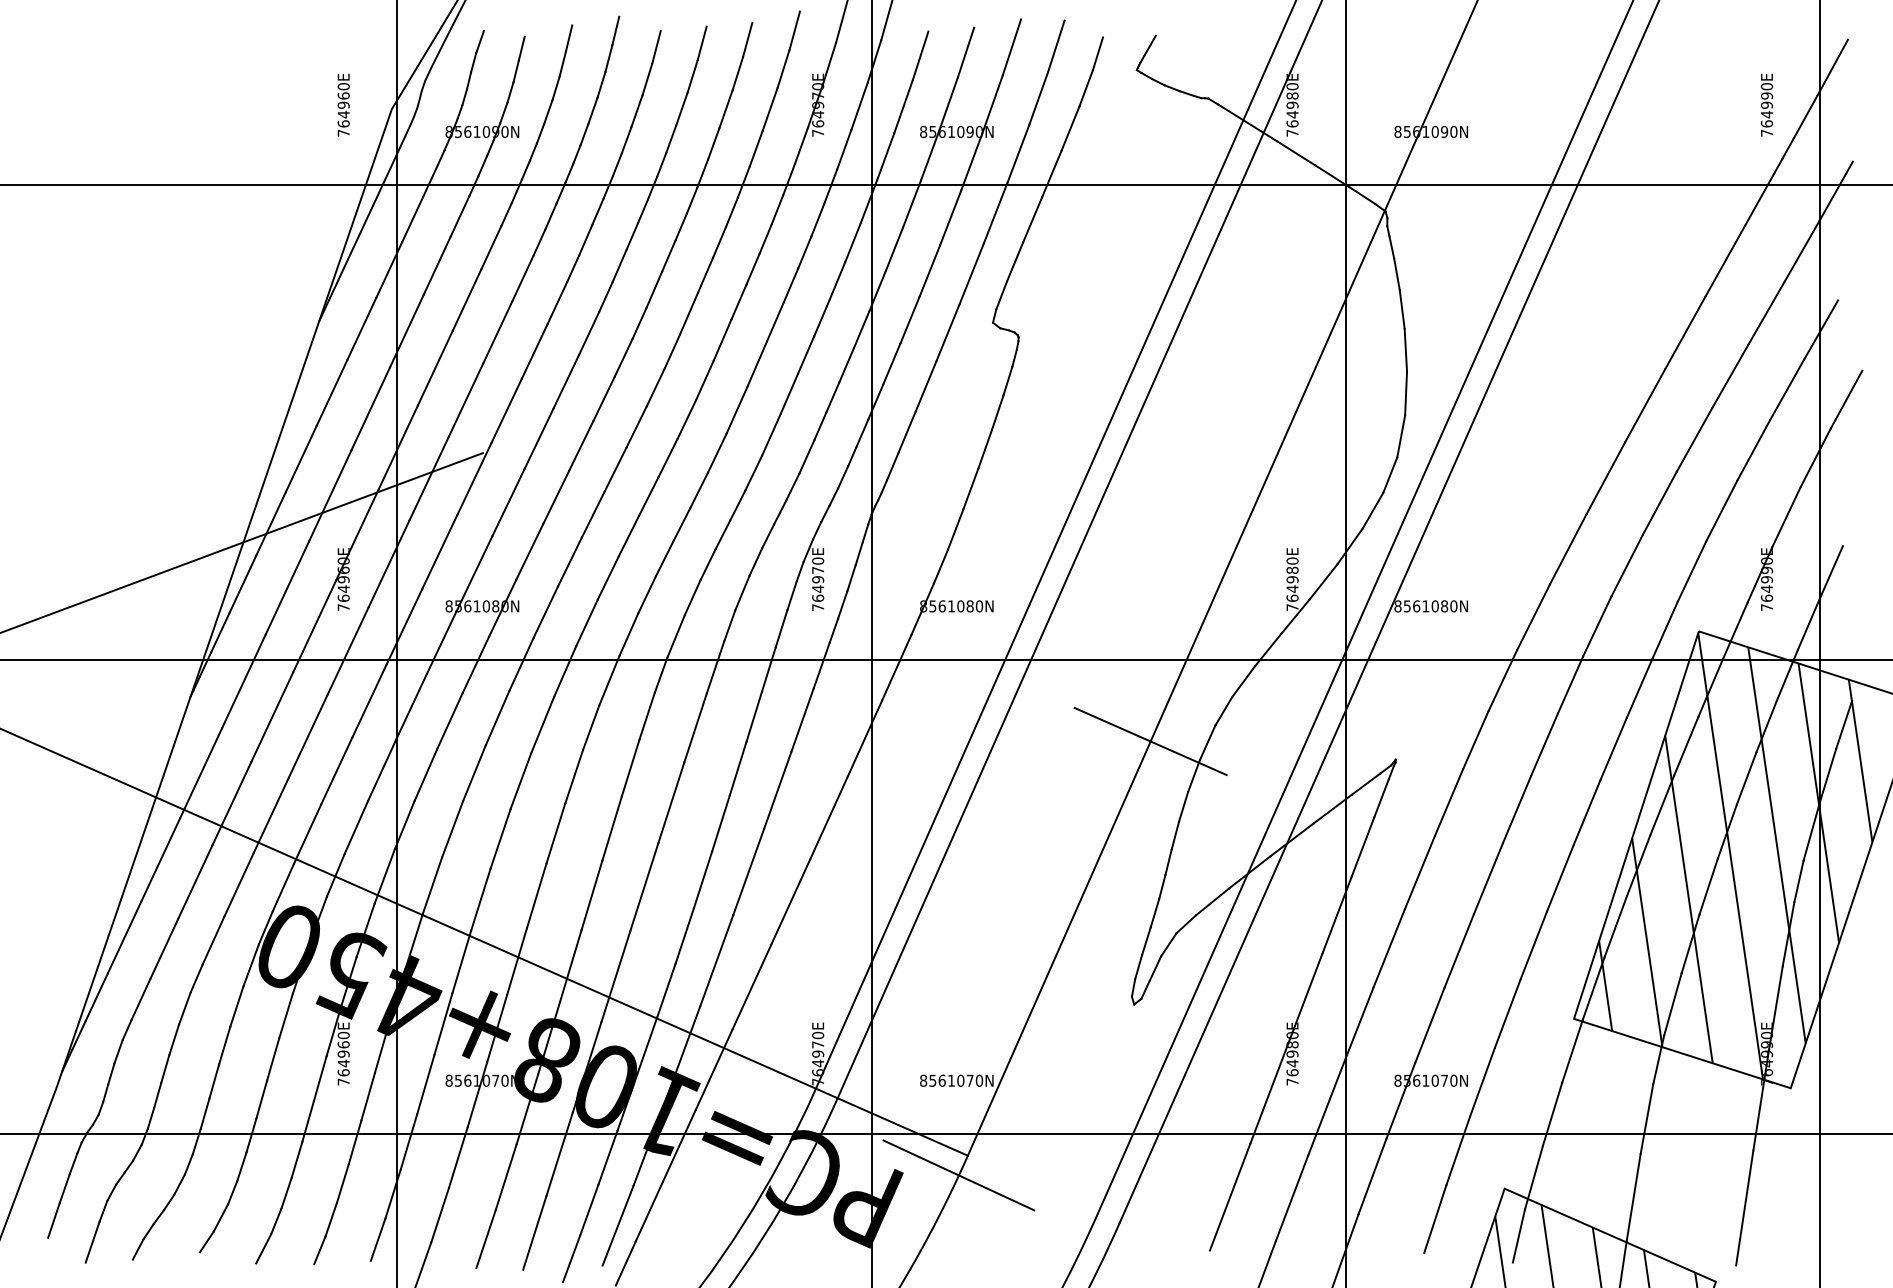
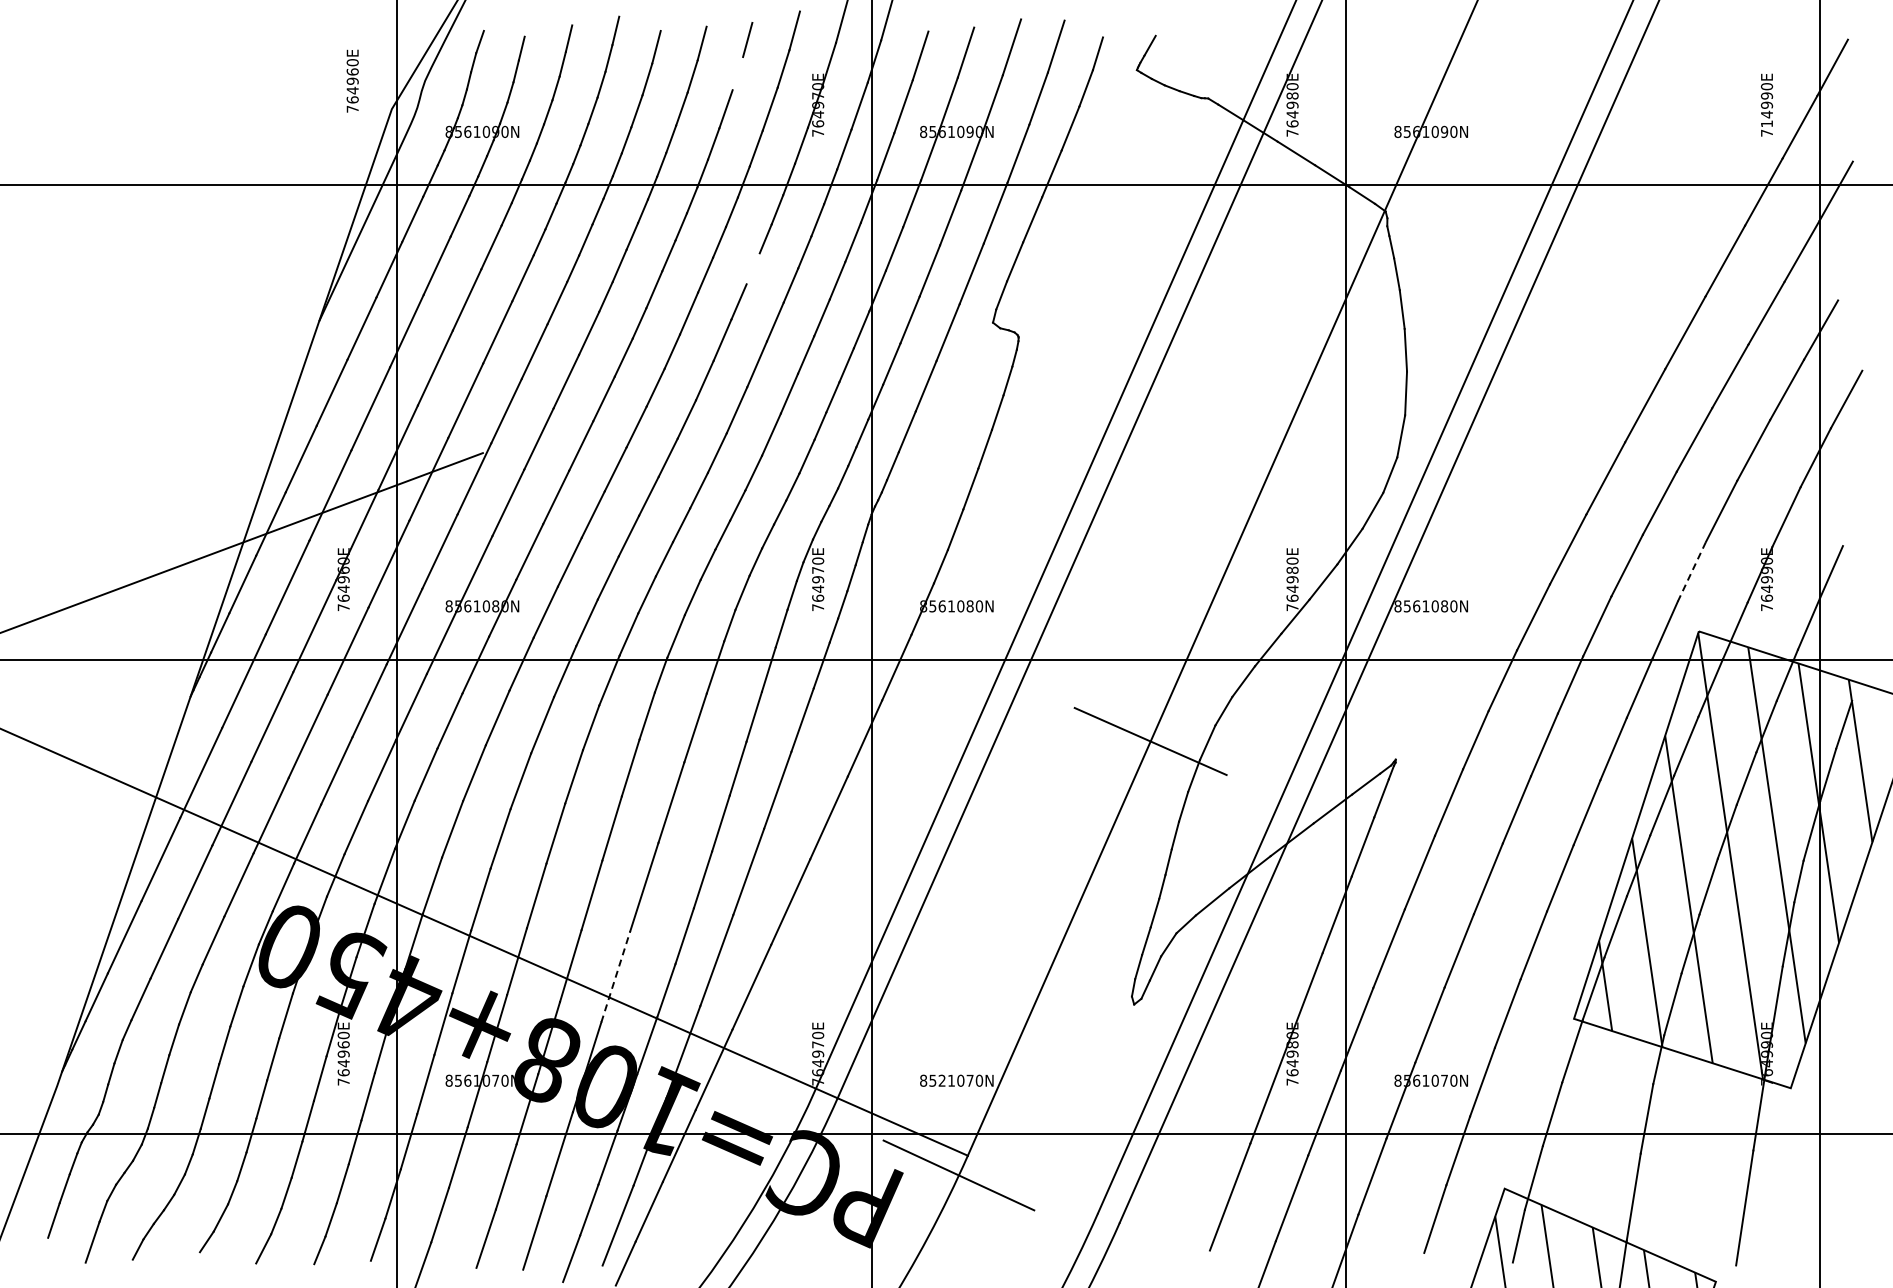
line at (737, 73): present -> none
text at (343, 104) position: (343, 104) -> (352, 80)
text at (1766, 123): 764990E -> 714990E
line at (752, 268): present -> none
line at (1692, 571): solid -> dashed
line at (615, 976): solid -> dashed
text at (941, 1080): 8561070N -> 8521070N
